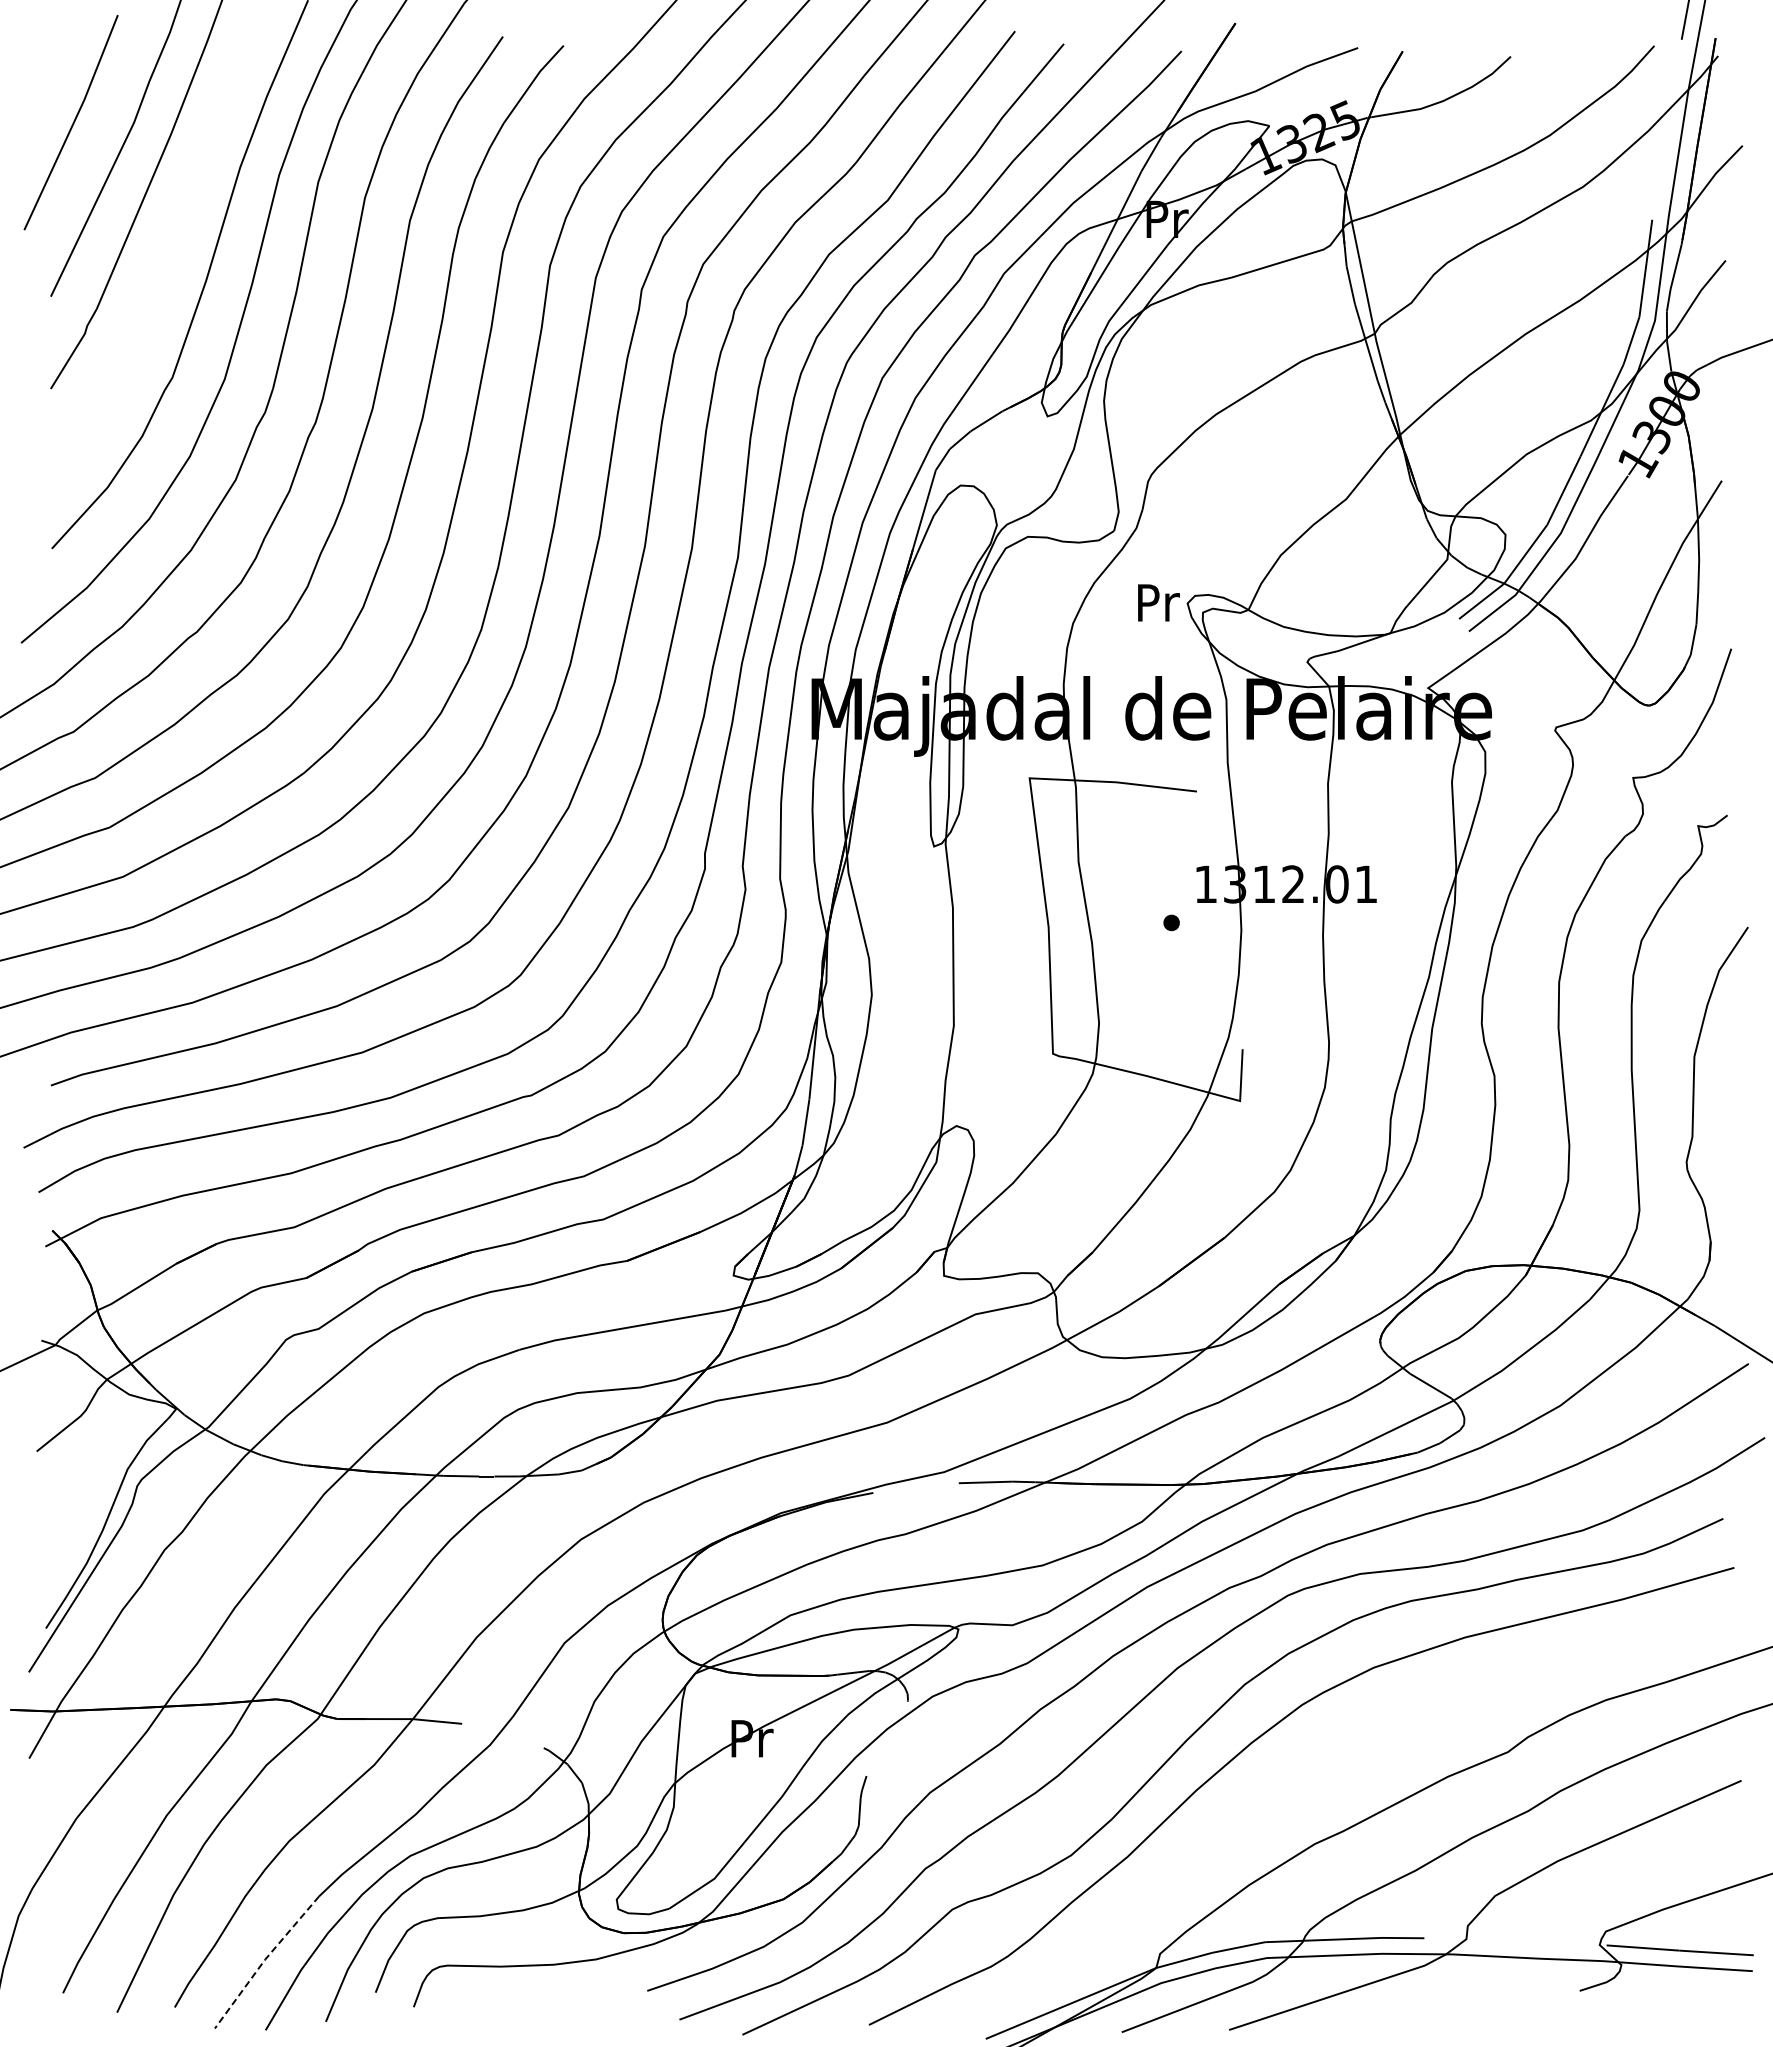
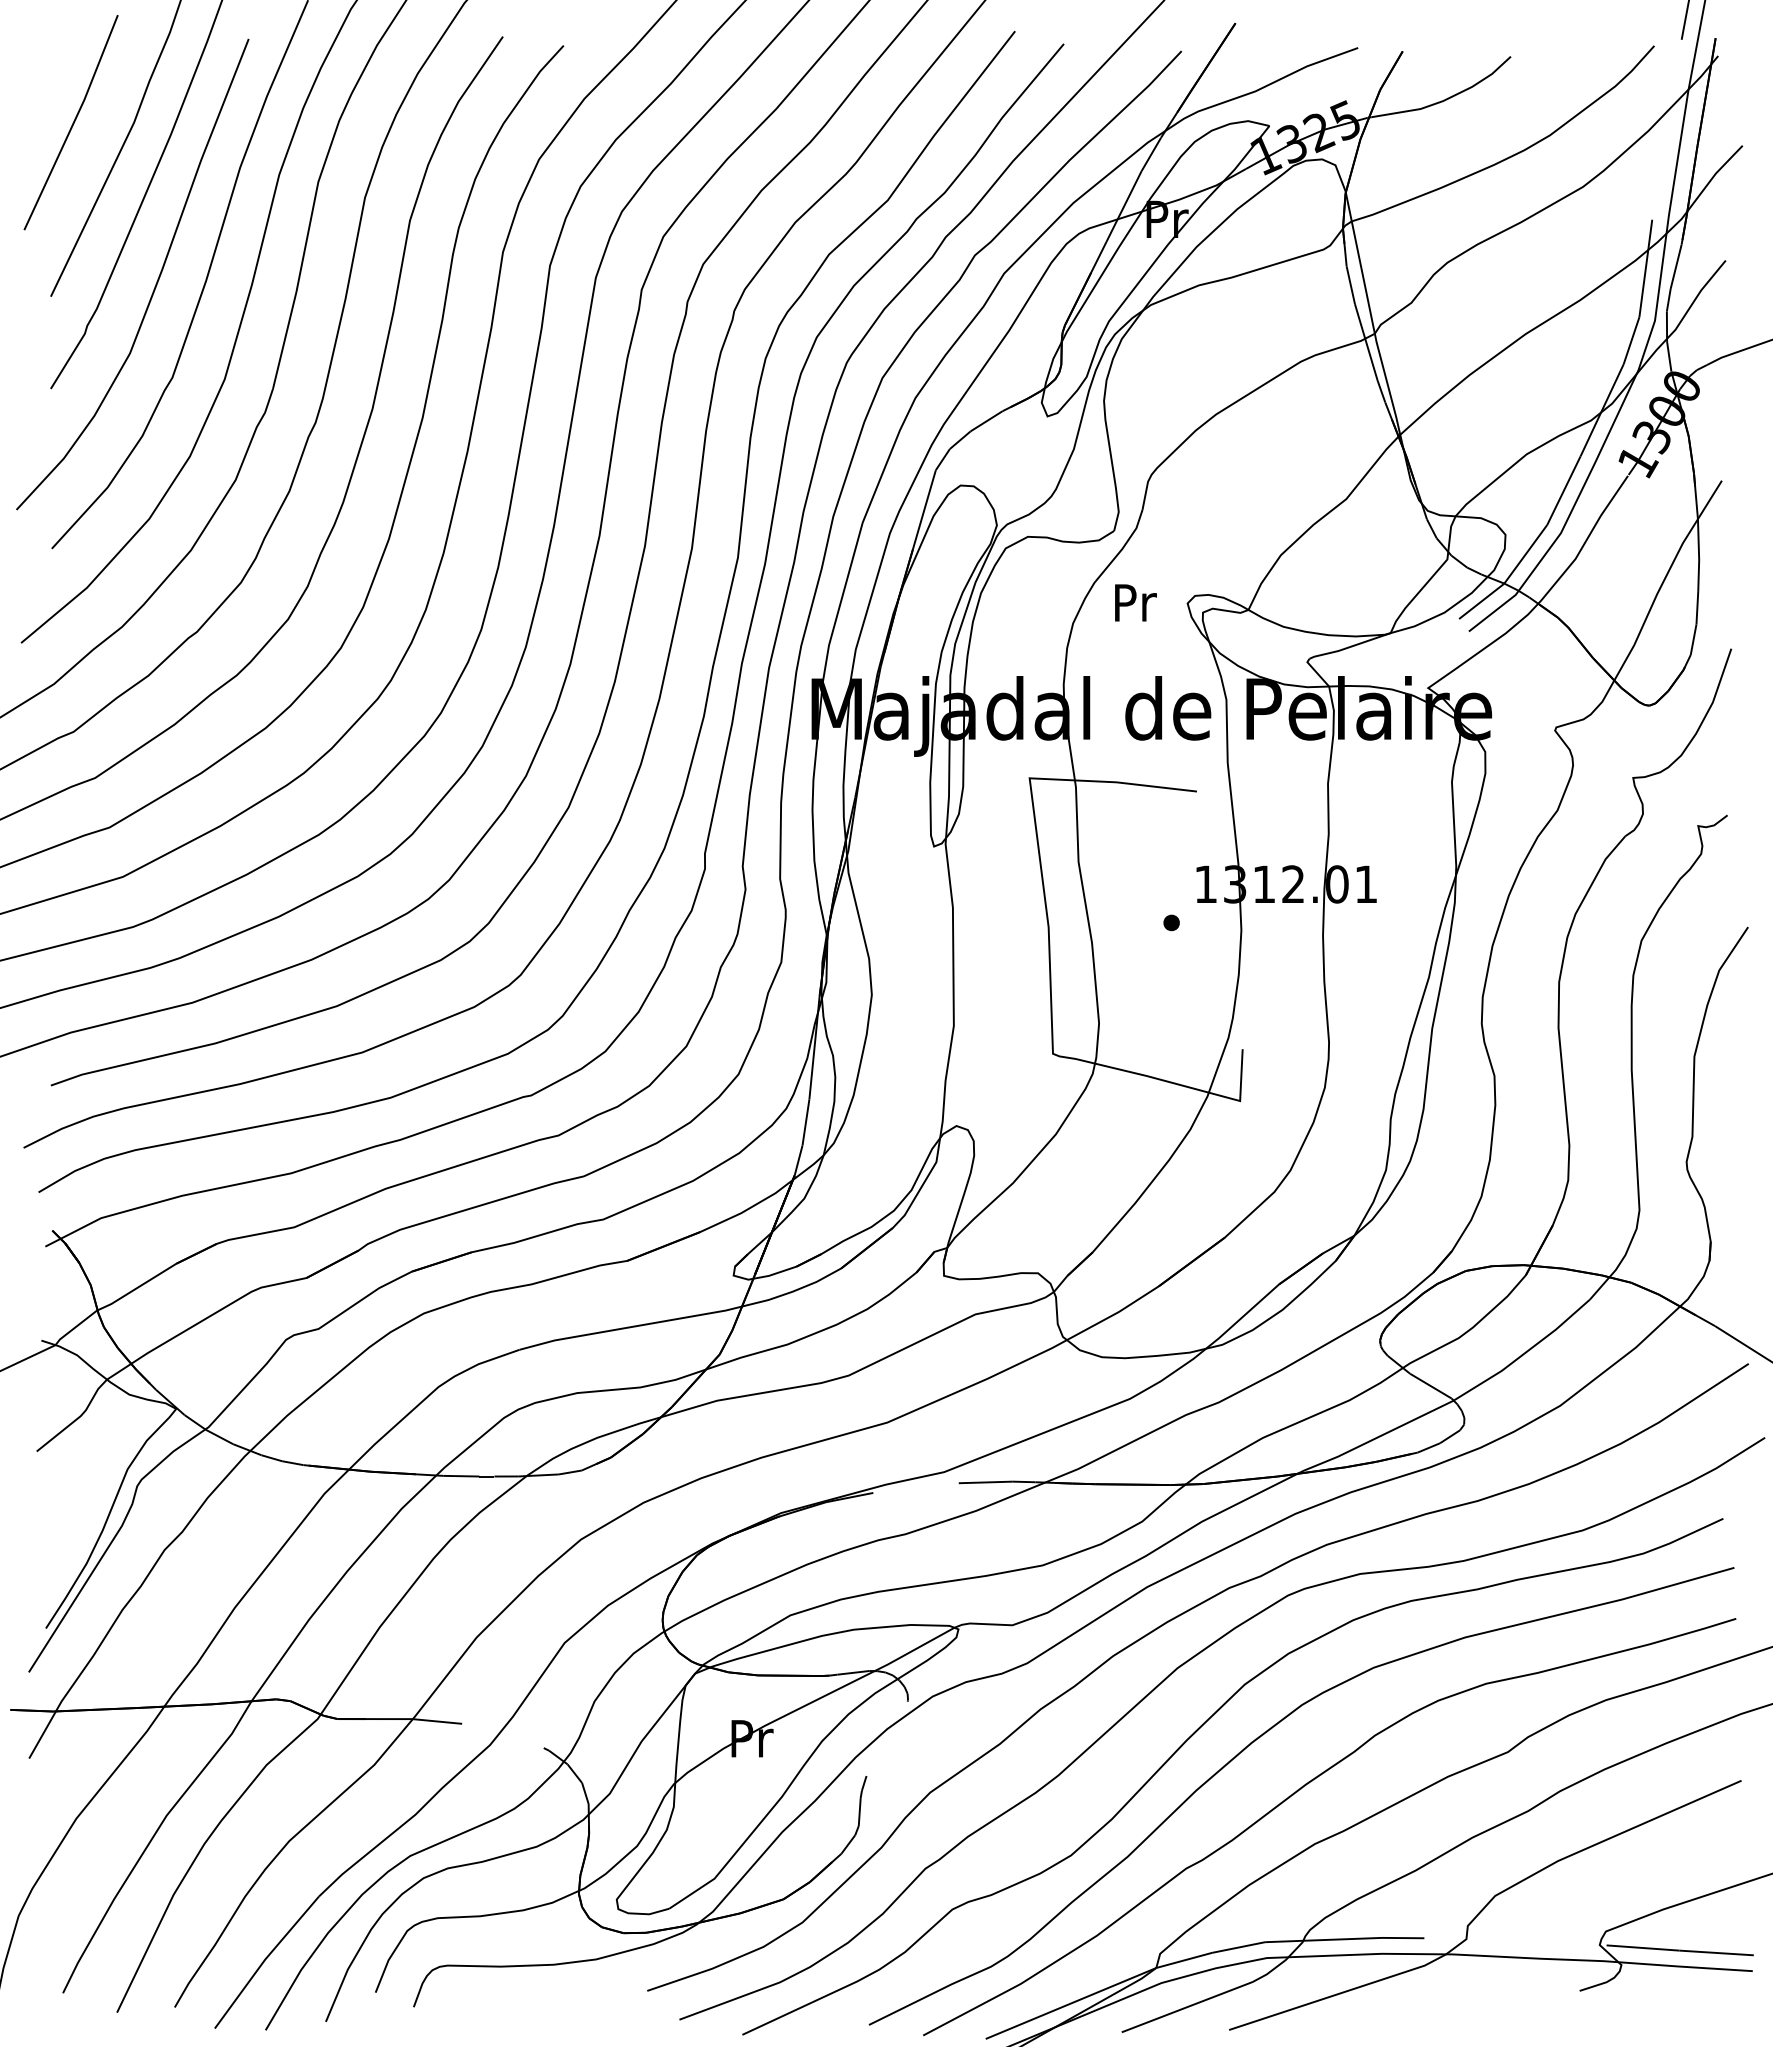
curve at (156, 281): none -> present
text at (1158, 602) position: (1158, 602) -> (1135, 602)
curve at (1301, 1789): none -> present
line at (264, 1960): dashed -> solid
